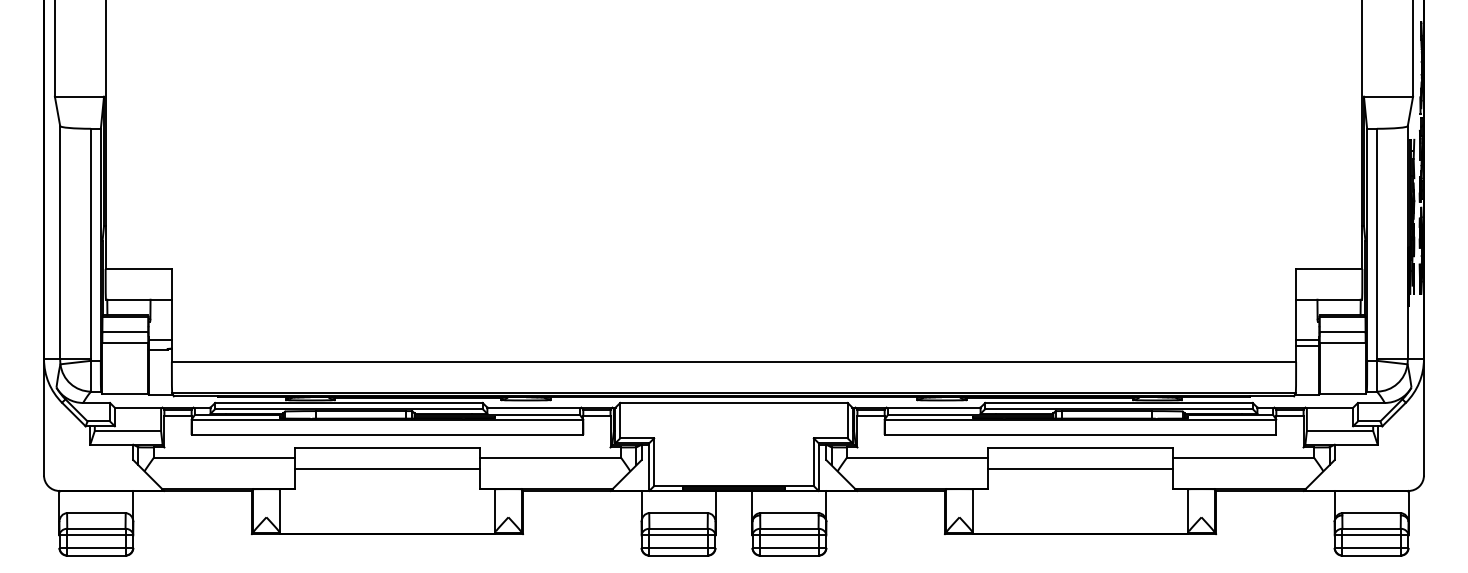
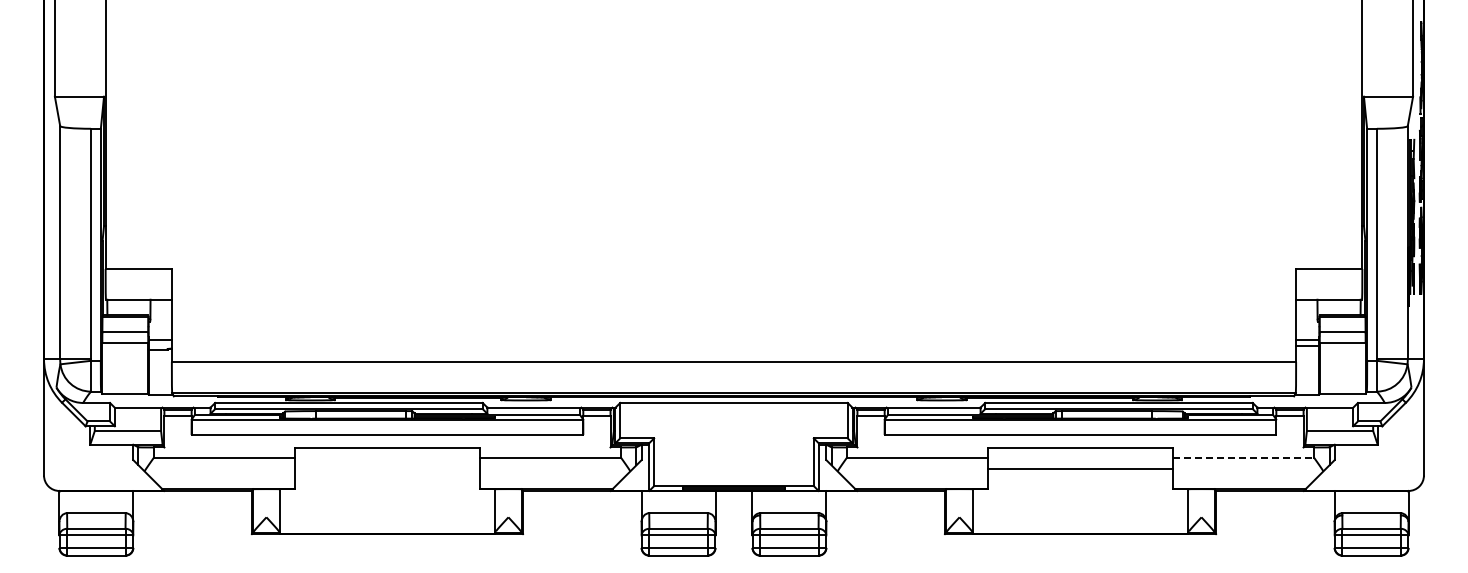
line at (1243, 457): solid -> dashed
line at (387, 469): present -> none
